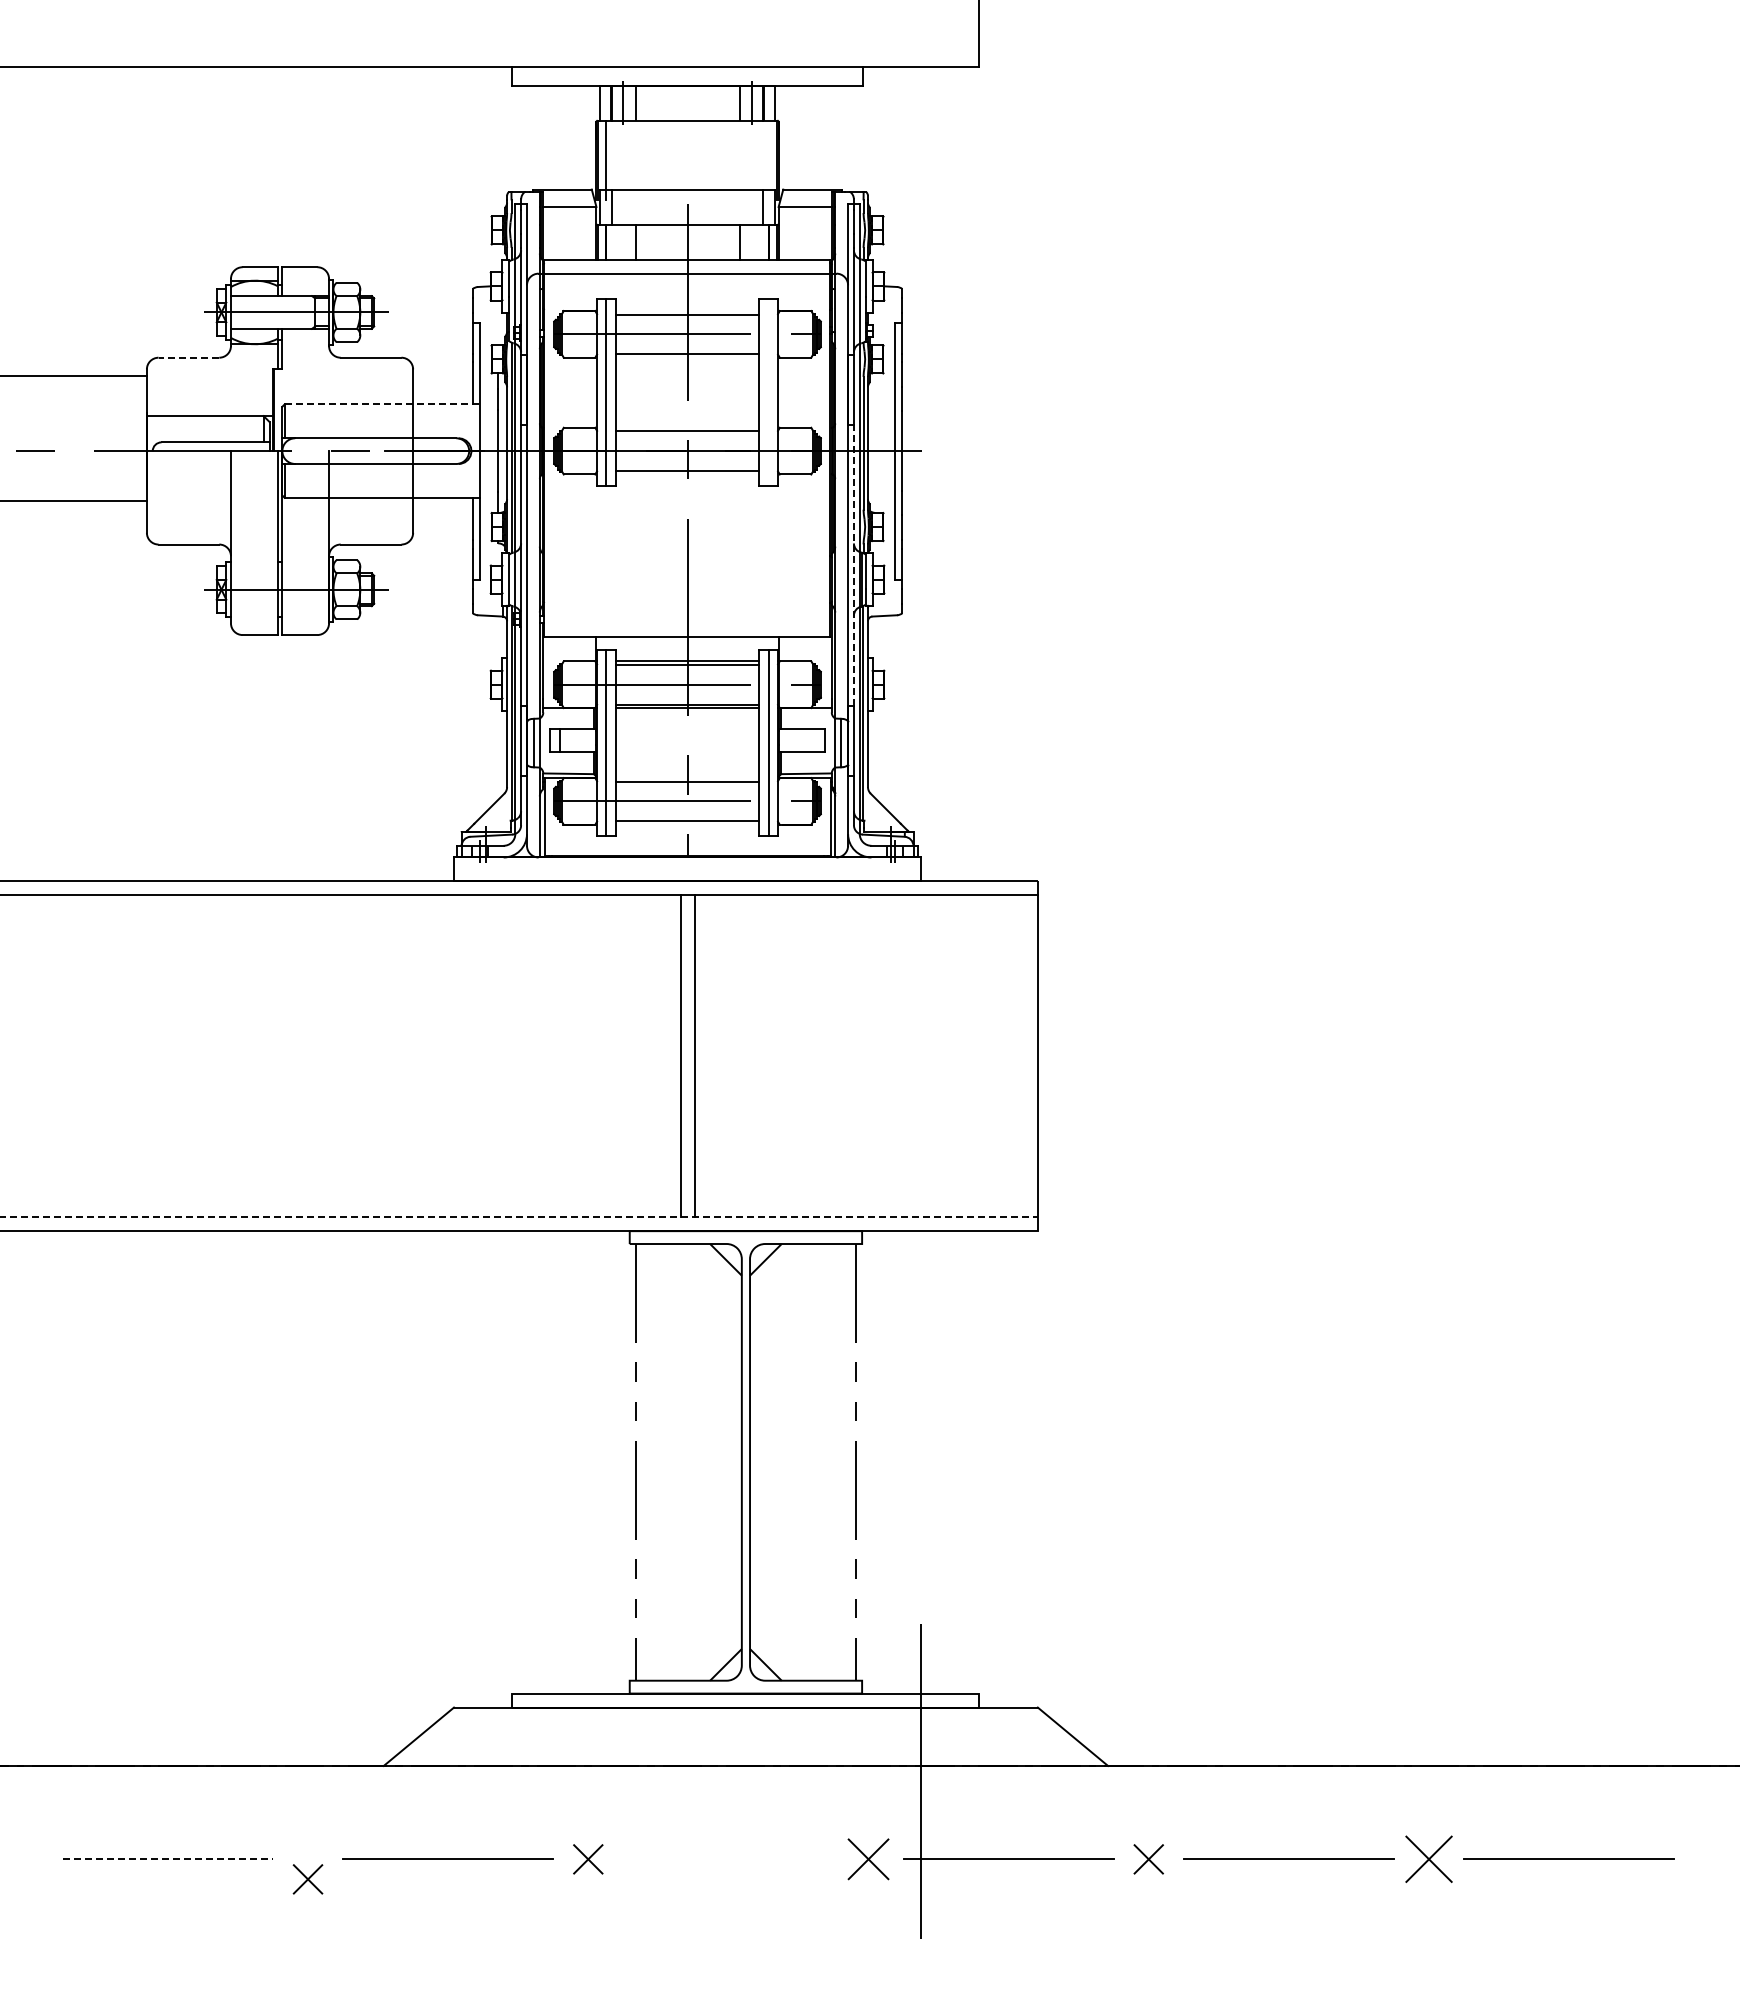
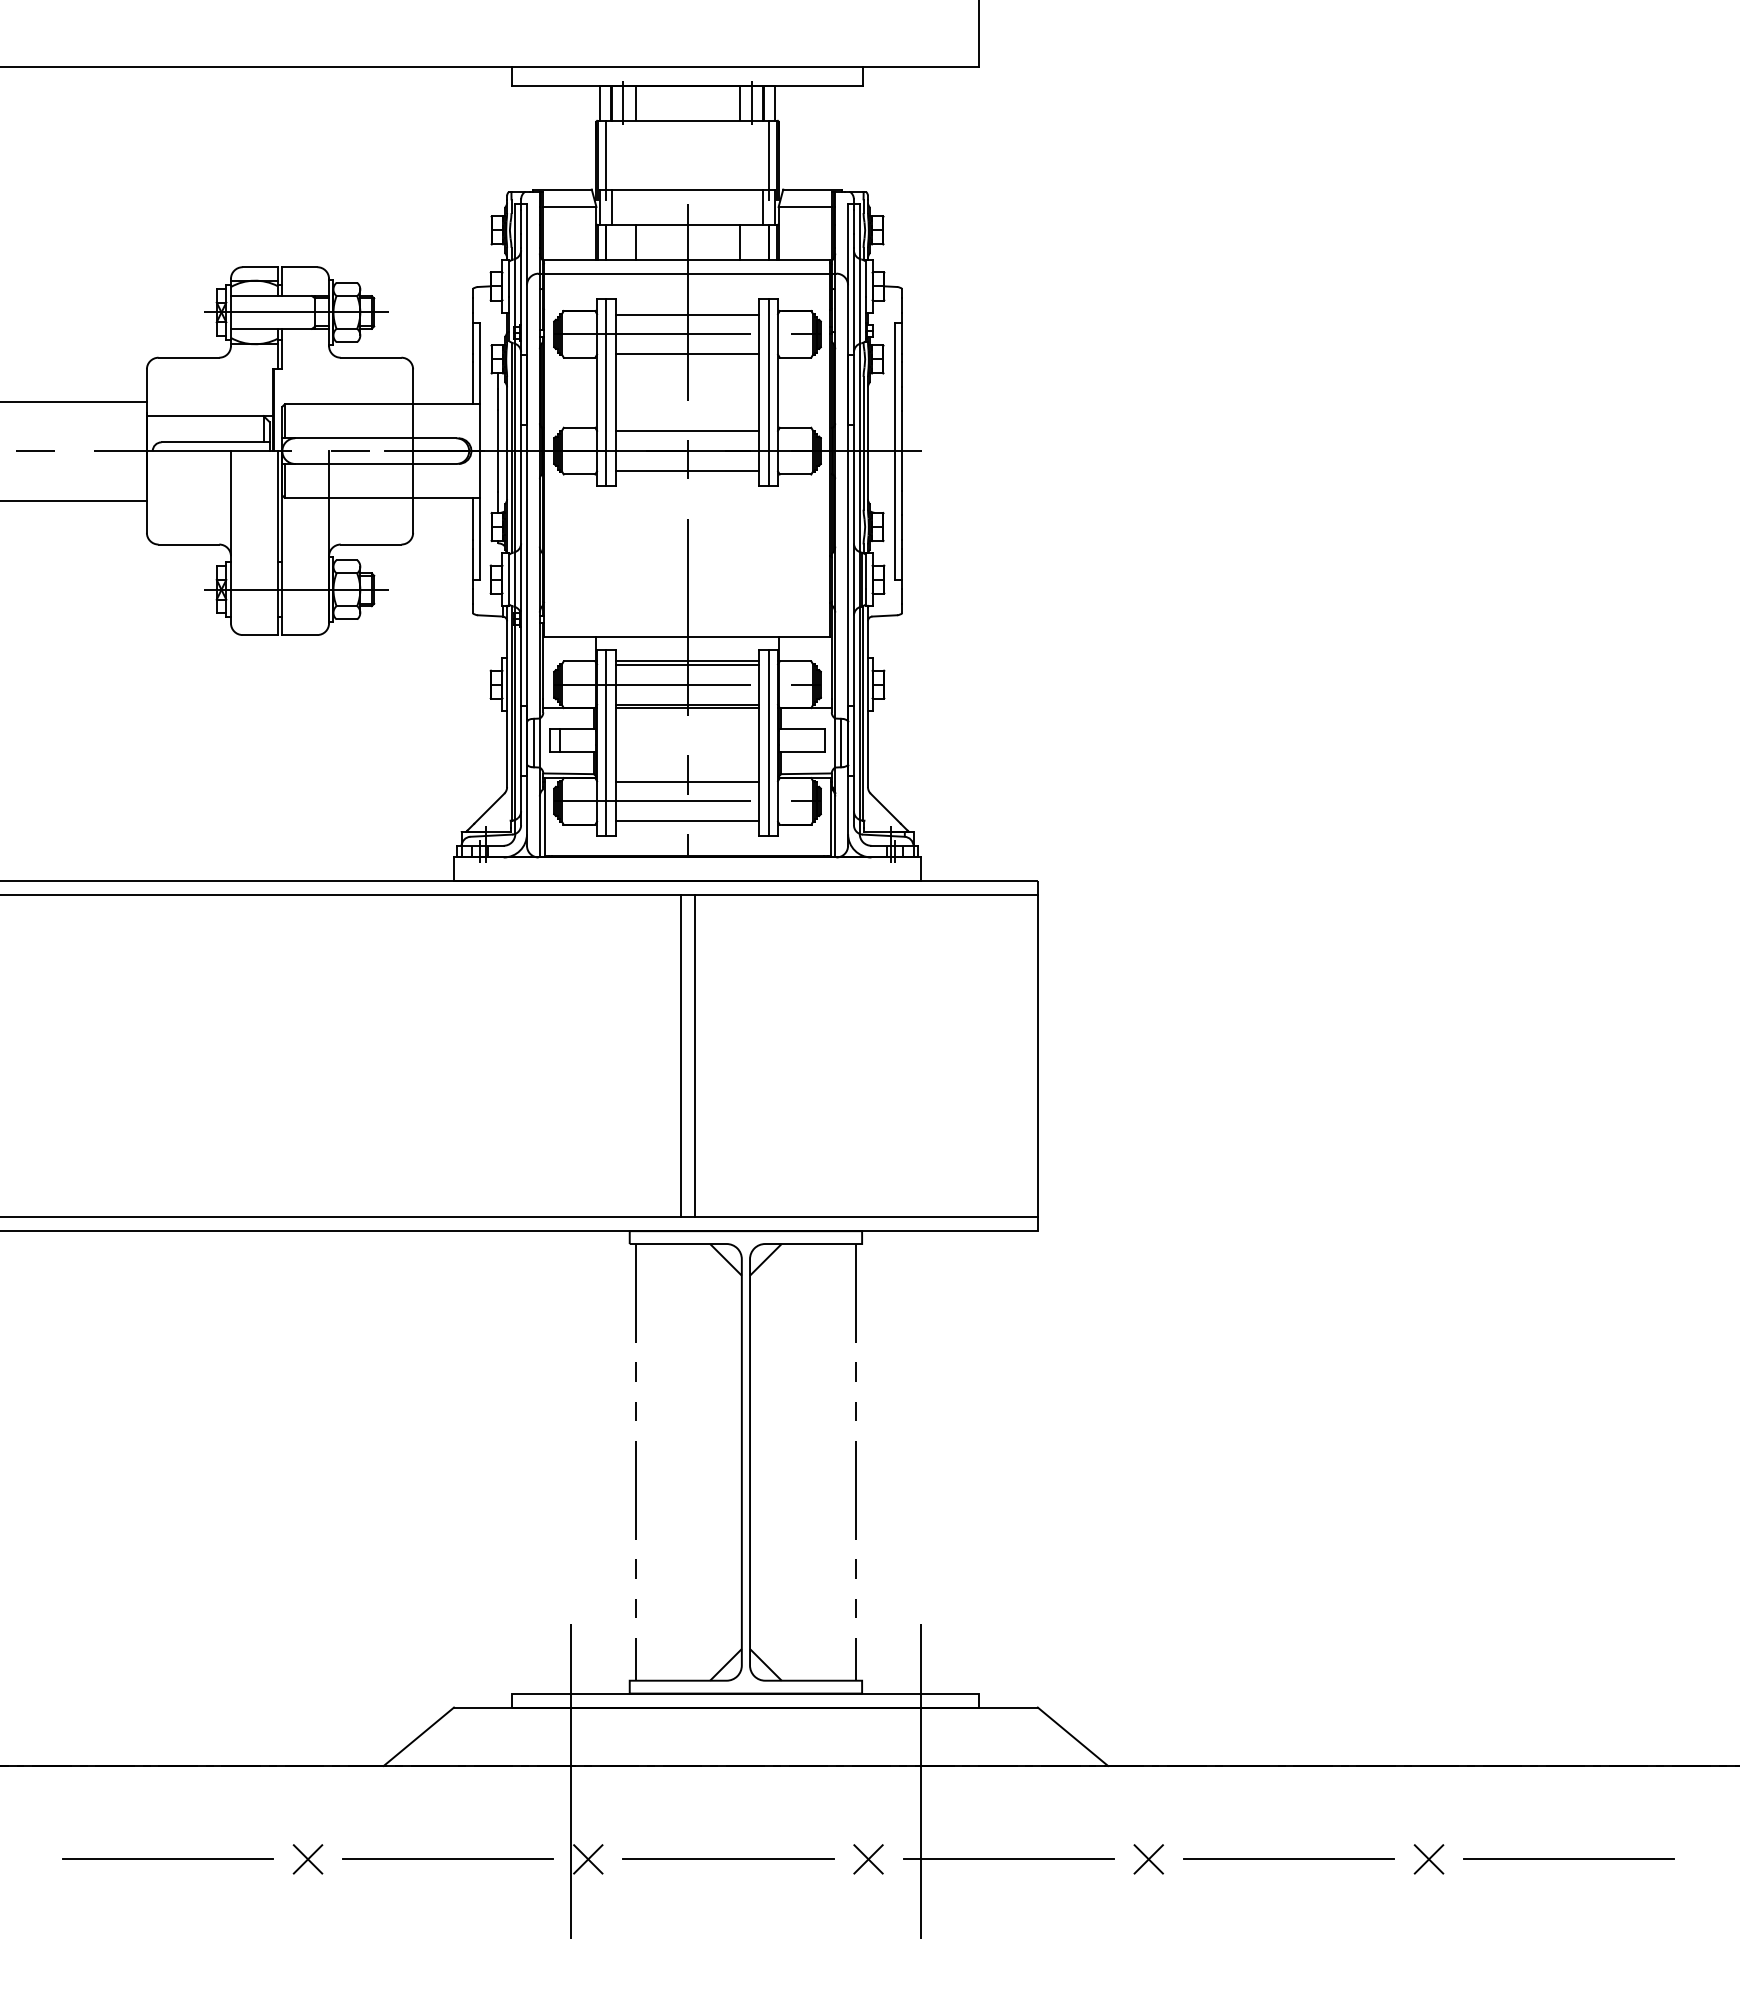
line at (769, 159): none -> present
line at (188, 357): dashed -> solid
line at (74, 375) position: (74, 375) -> (74, 401)
line at (768, 392): none -> present
line at (382, 404): dashed -> solid
line at (853, 565): dashed -> solid
line at (518, 1217): dashed -> solid
line at (570, 1781): none -> present
part at (1428, 1858) size: 48x48 px -> 32x31 px
line at (168, 1859): dashed -> solid
line at (728, 1859): none -> present
part at (868, 1859) size: 43x43 px -> 31x31 px
part at (307, 1879) position: (307, 1879) -> (307, 1859)
